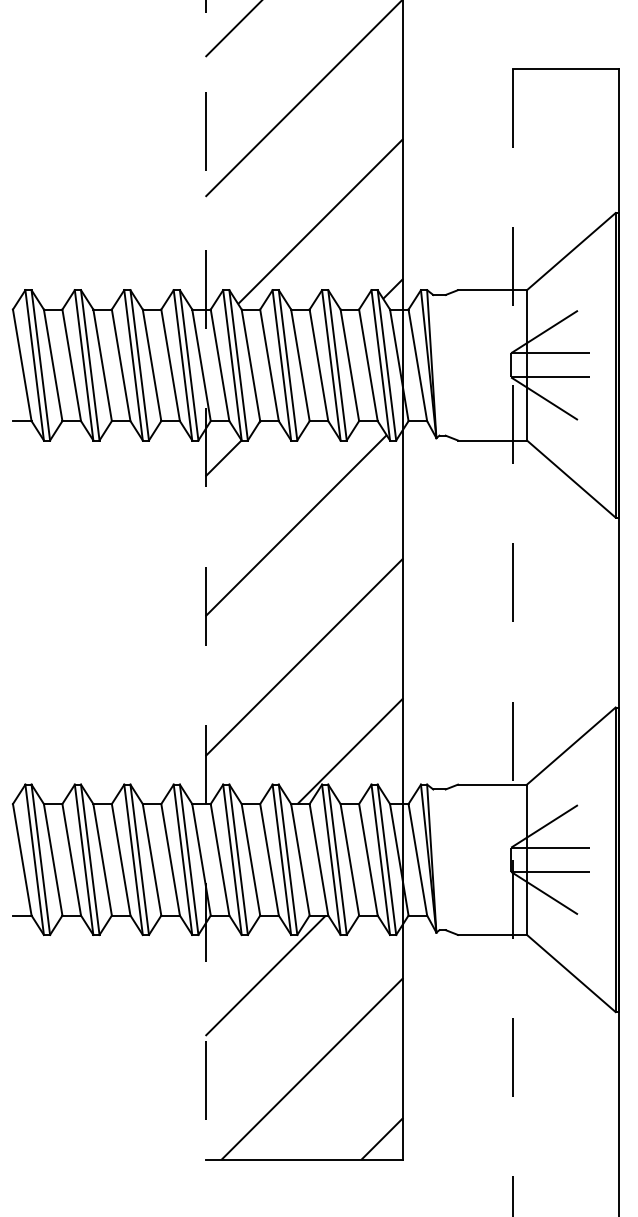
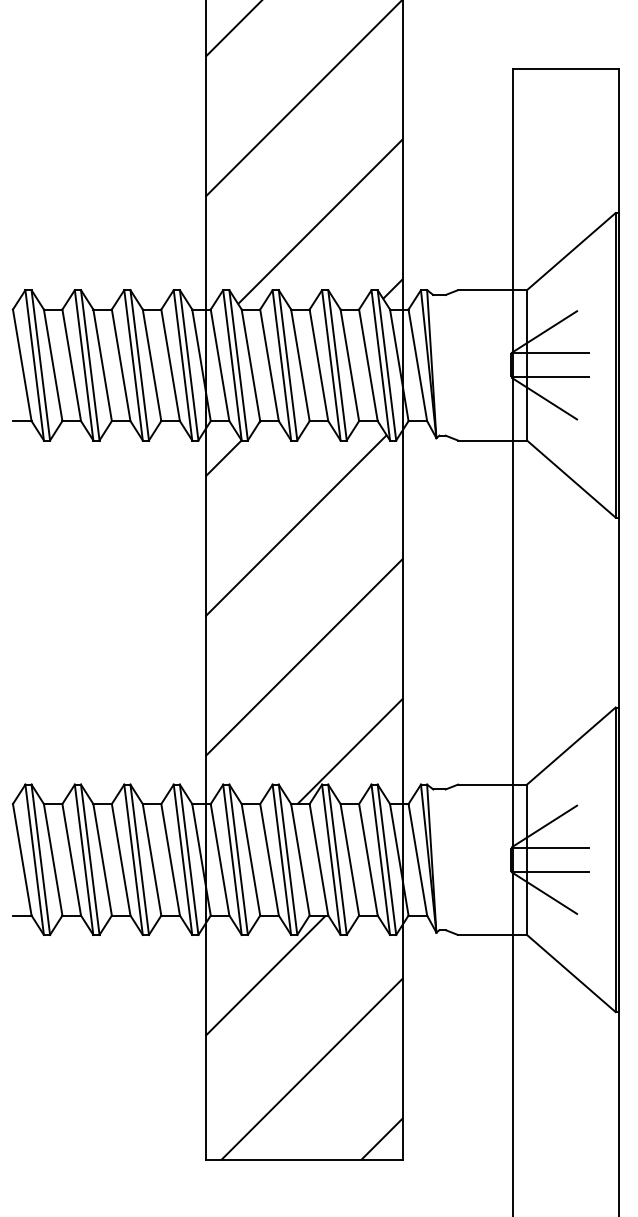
line at (205, 580): dashed -> solid
line at (512, 642): dashed -> solid
